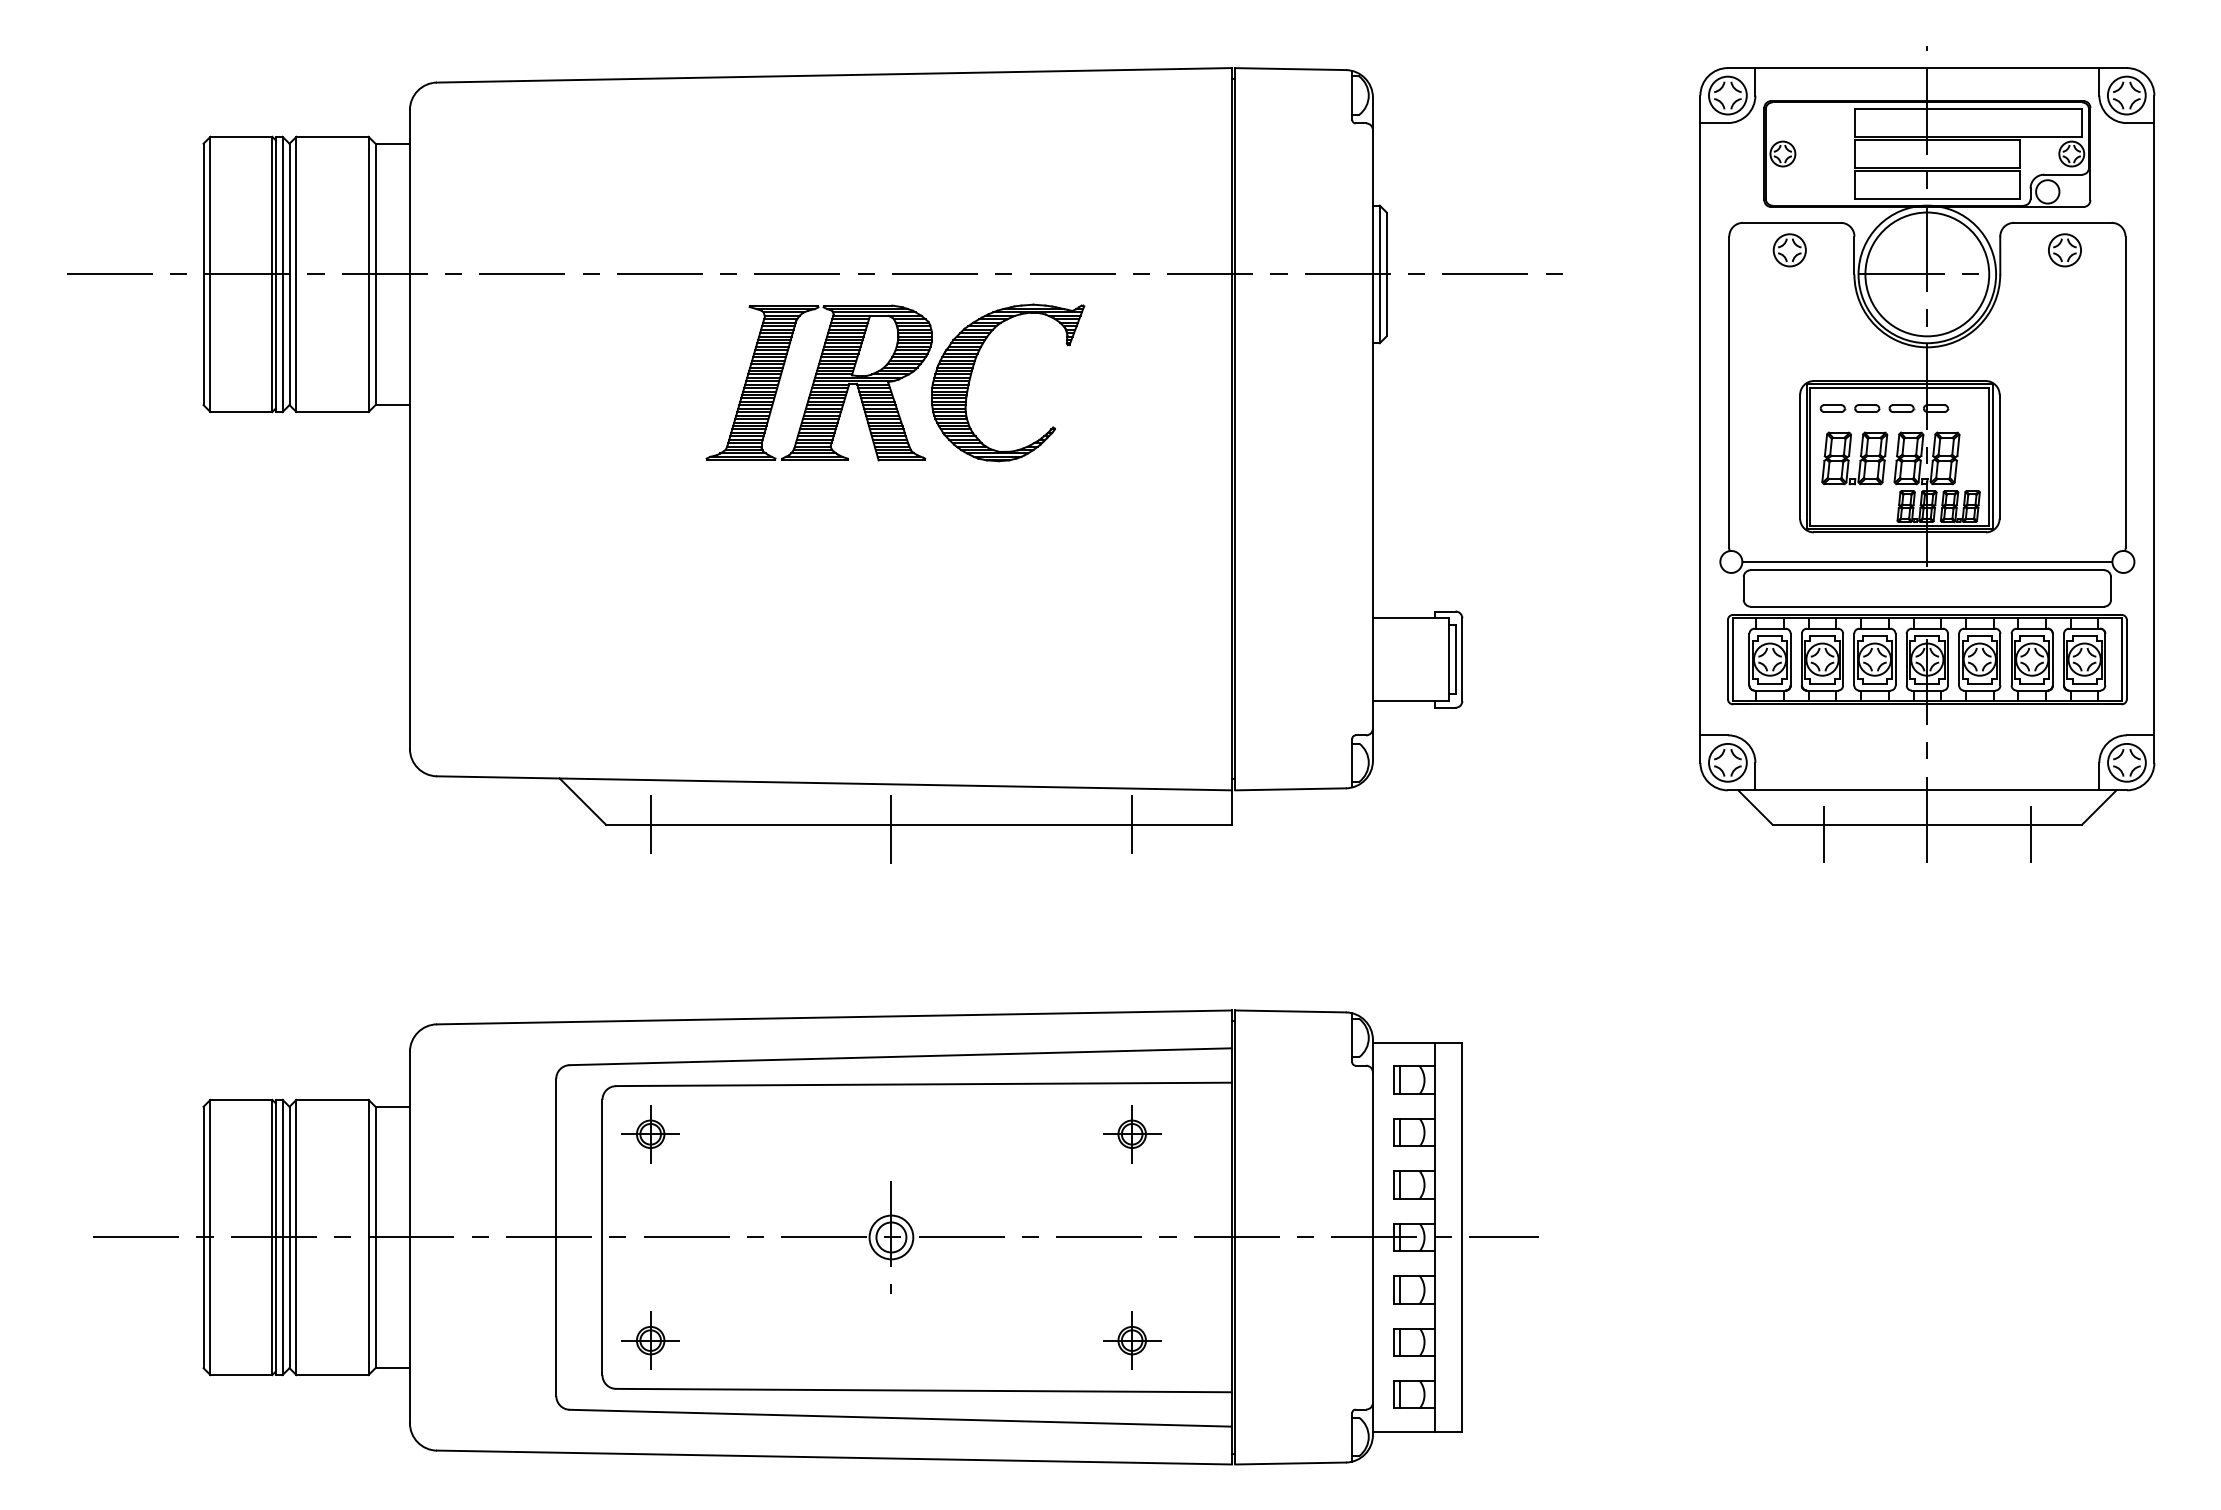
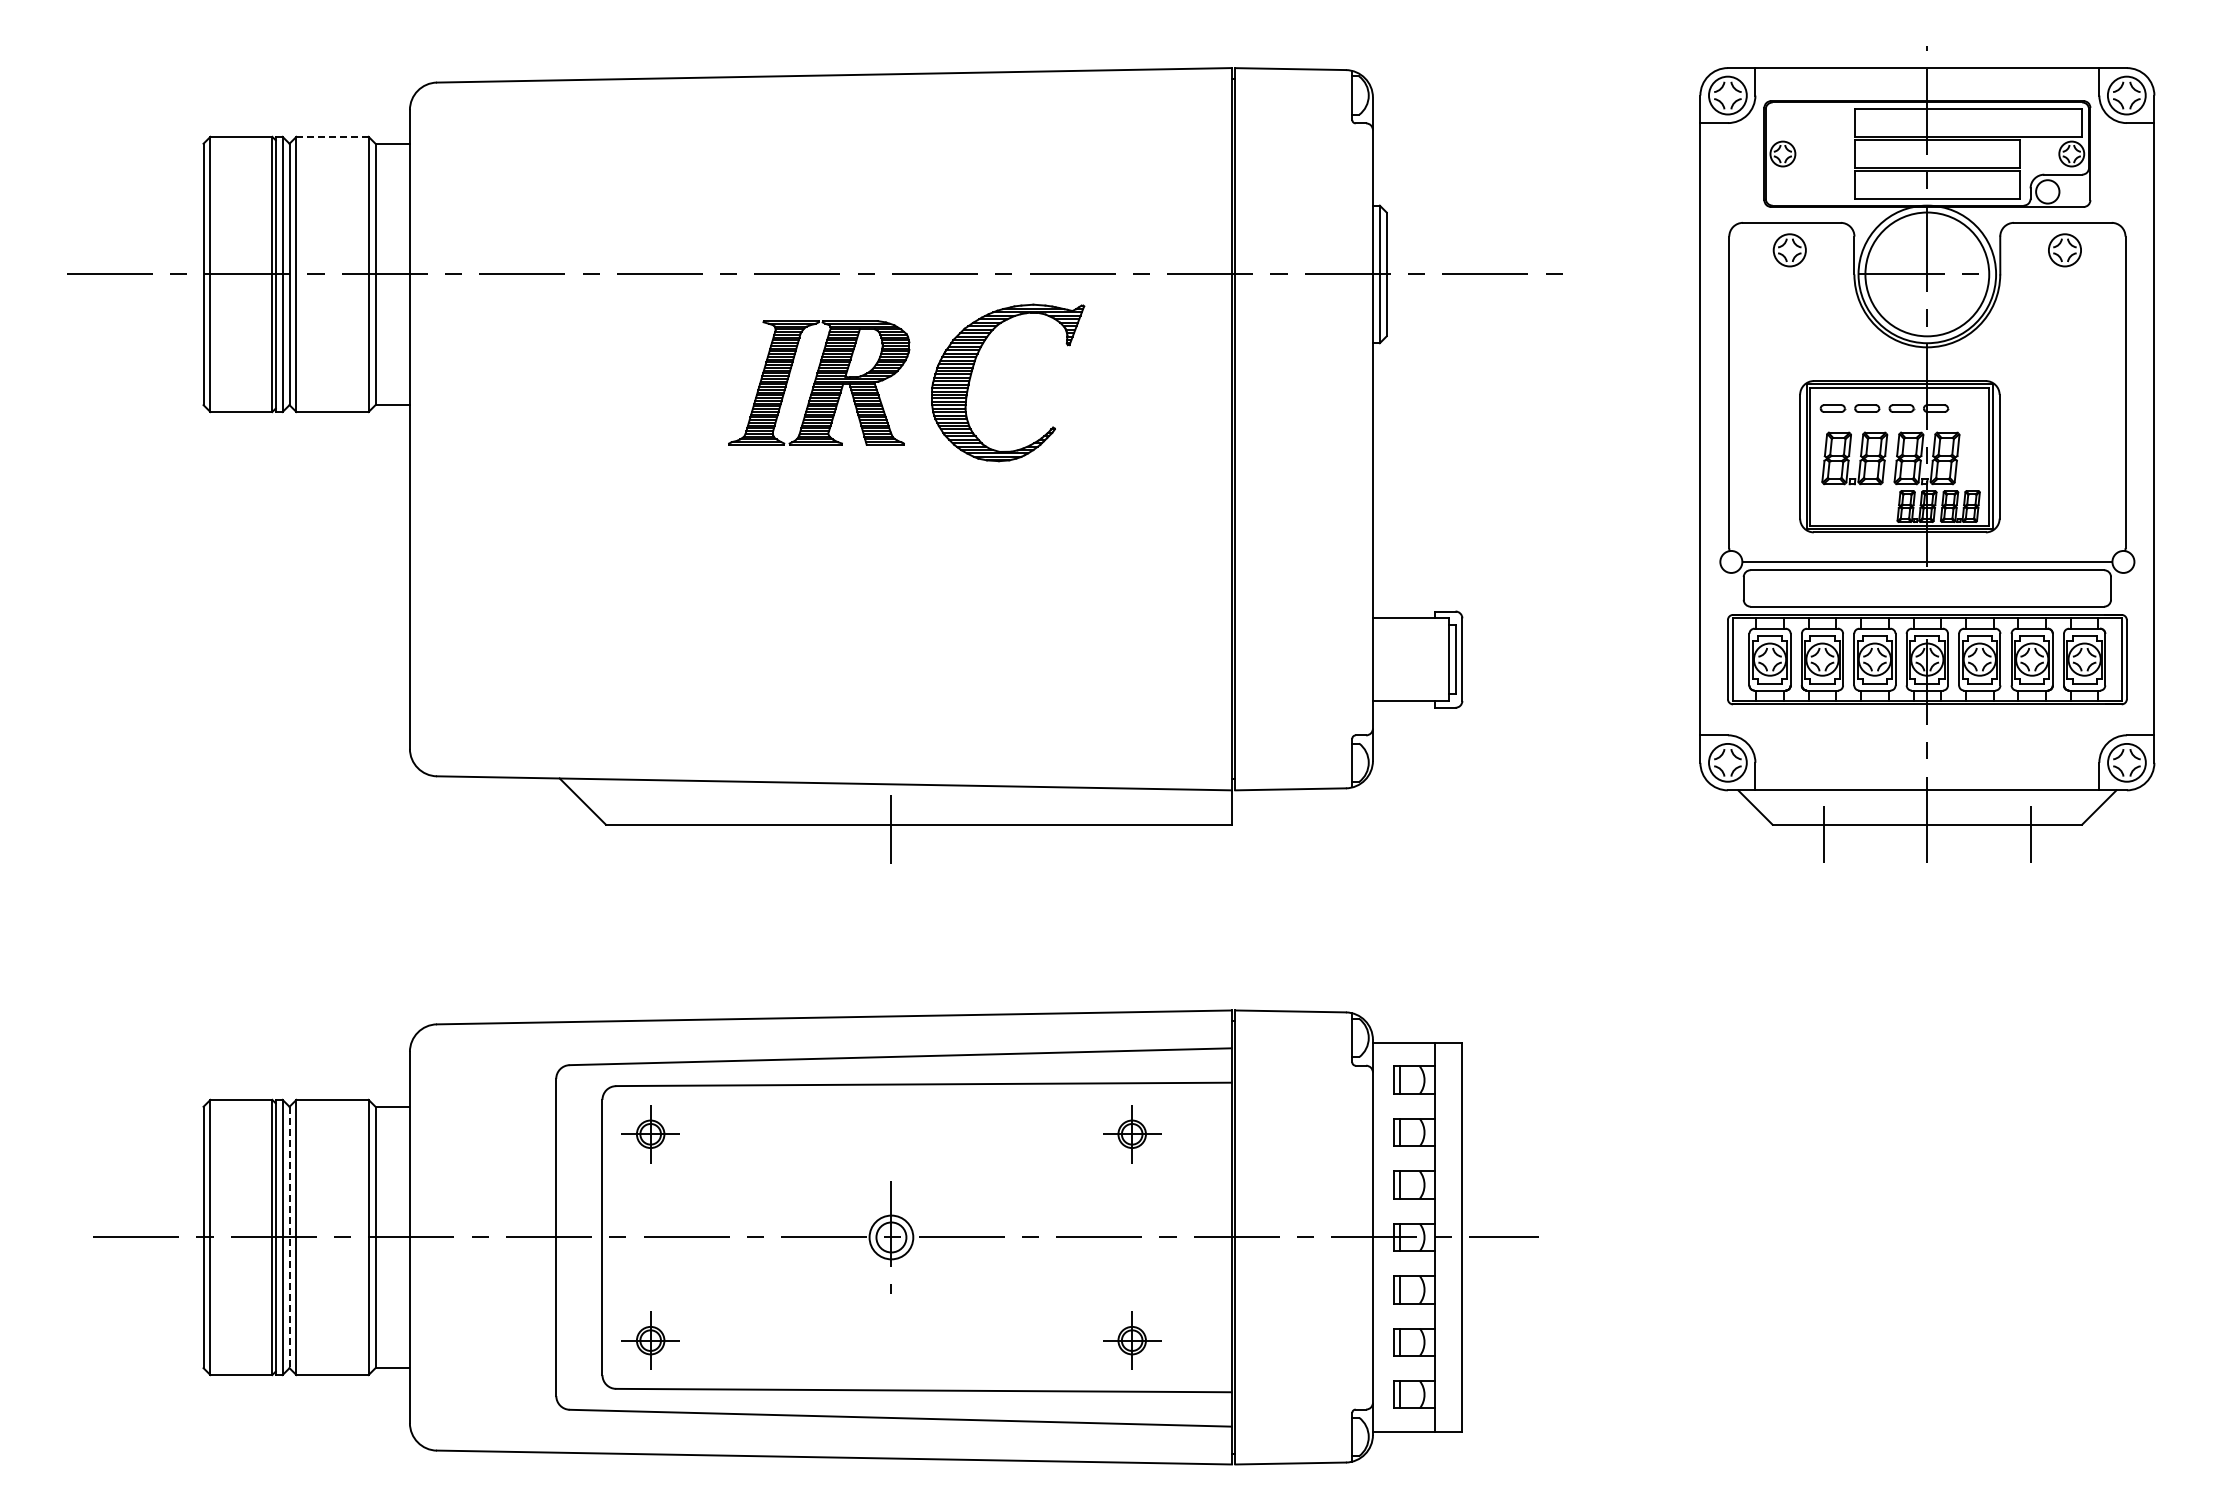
line at (332, 136): solid -> dashed
part at (818, 382) size: 228x158 px -> 183x126 px
line at (650, 824): present -> none
line at (1132, 824): present -> none
line at (289, 1237): solid -> dashed
